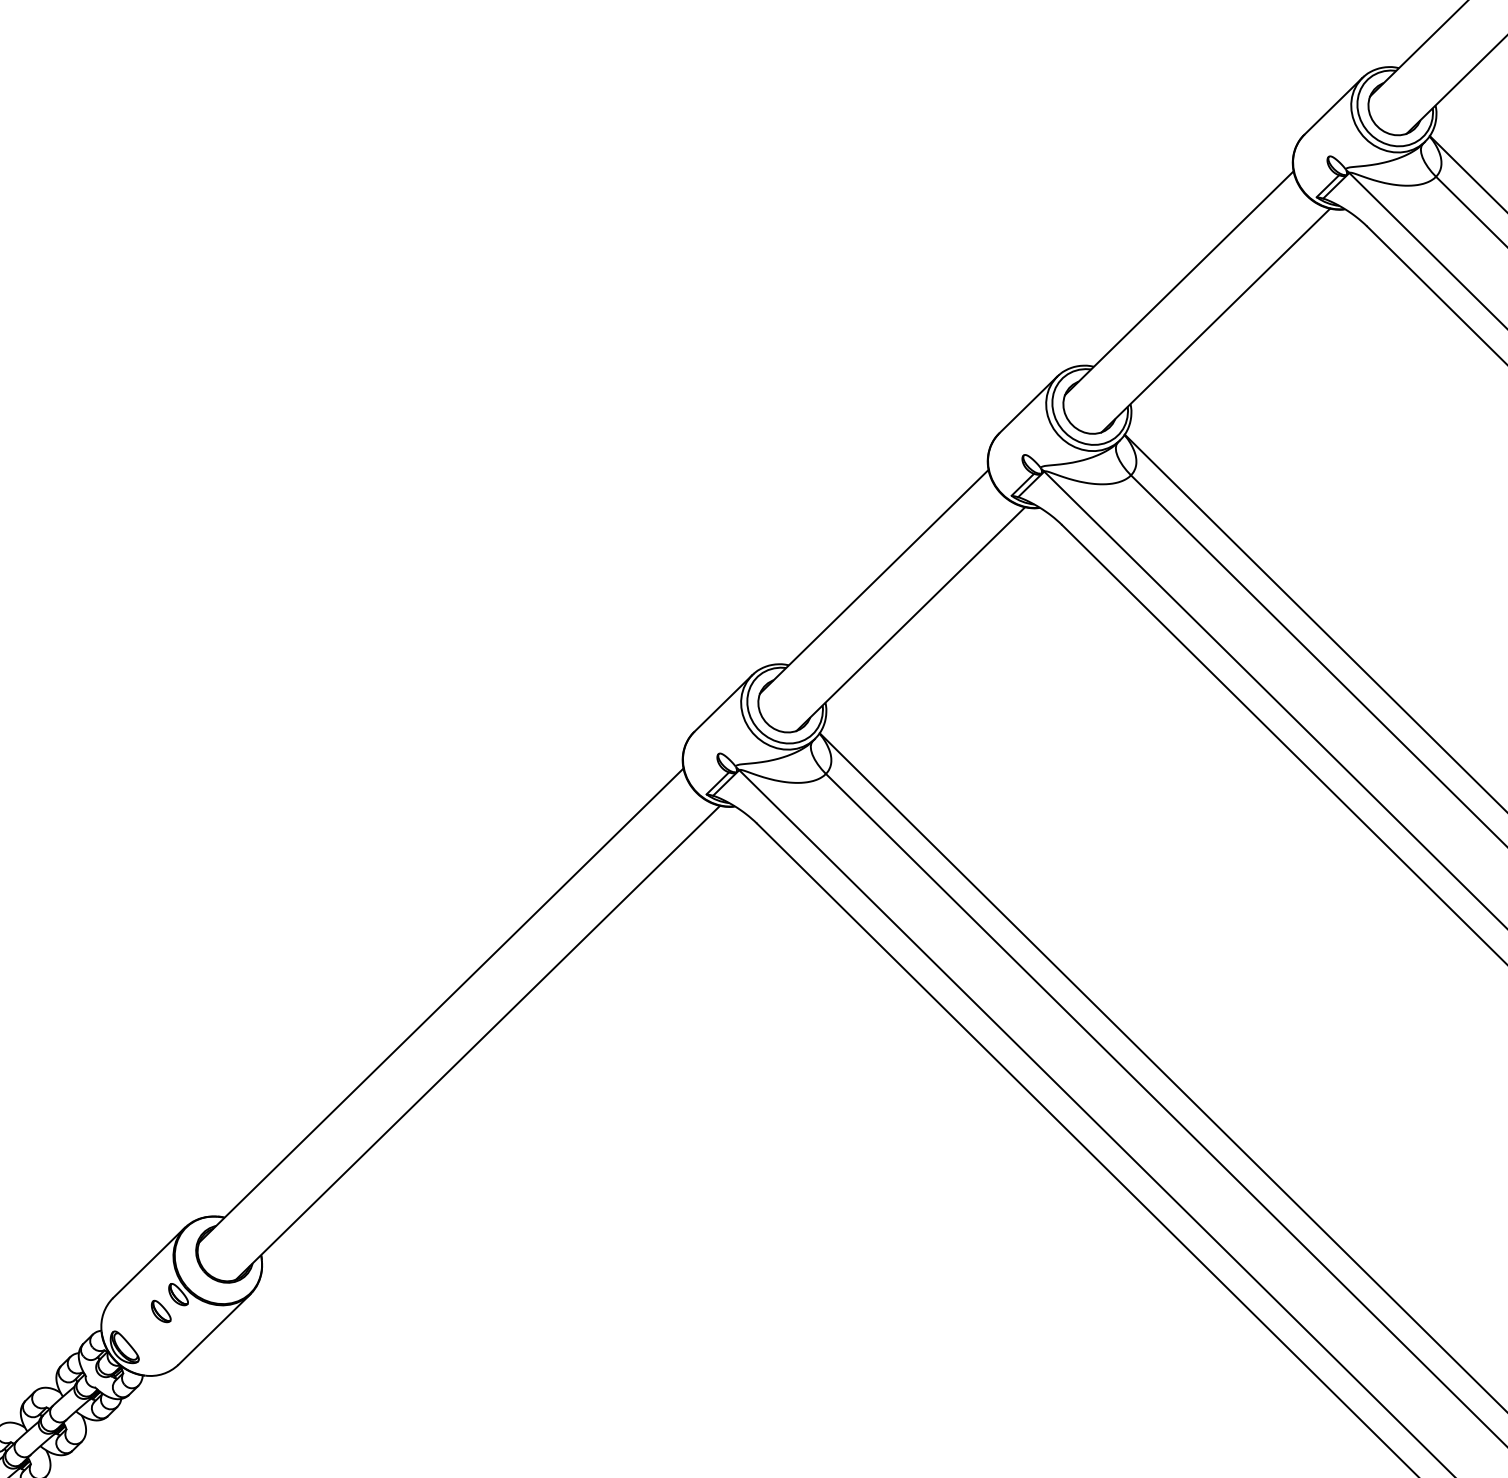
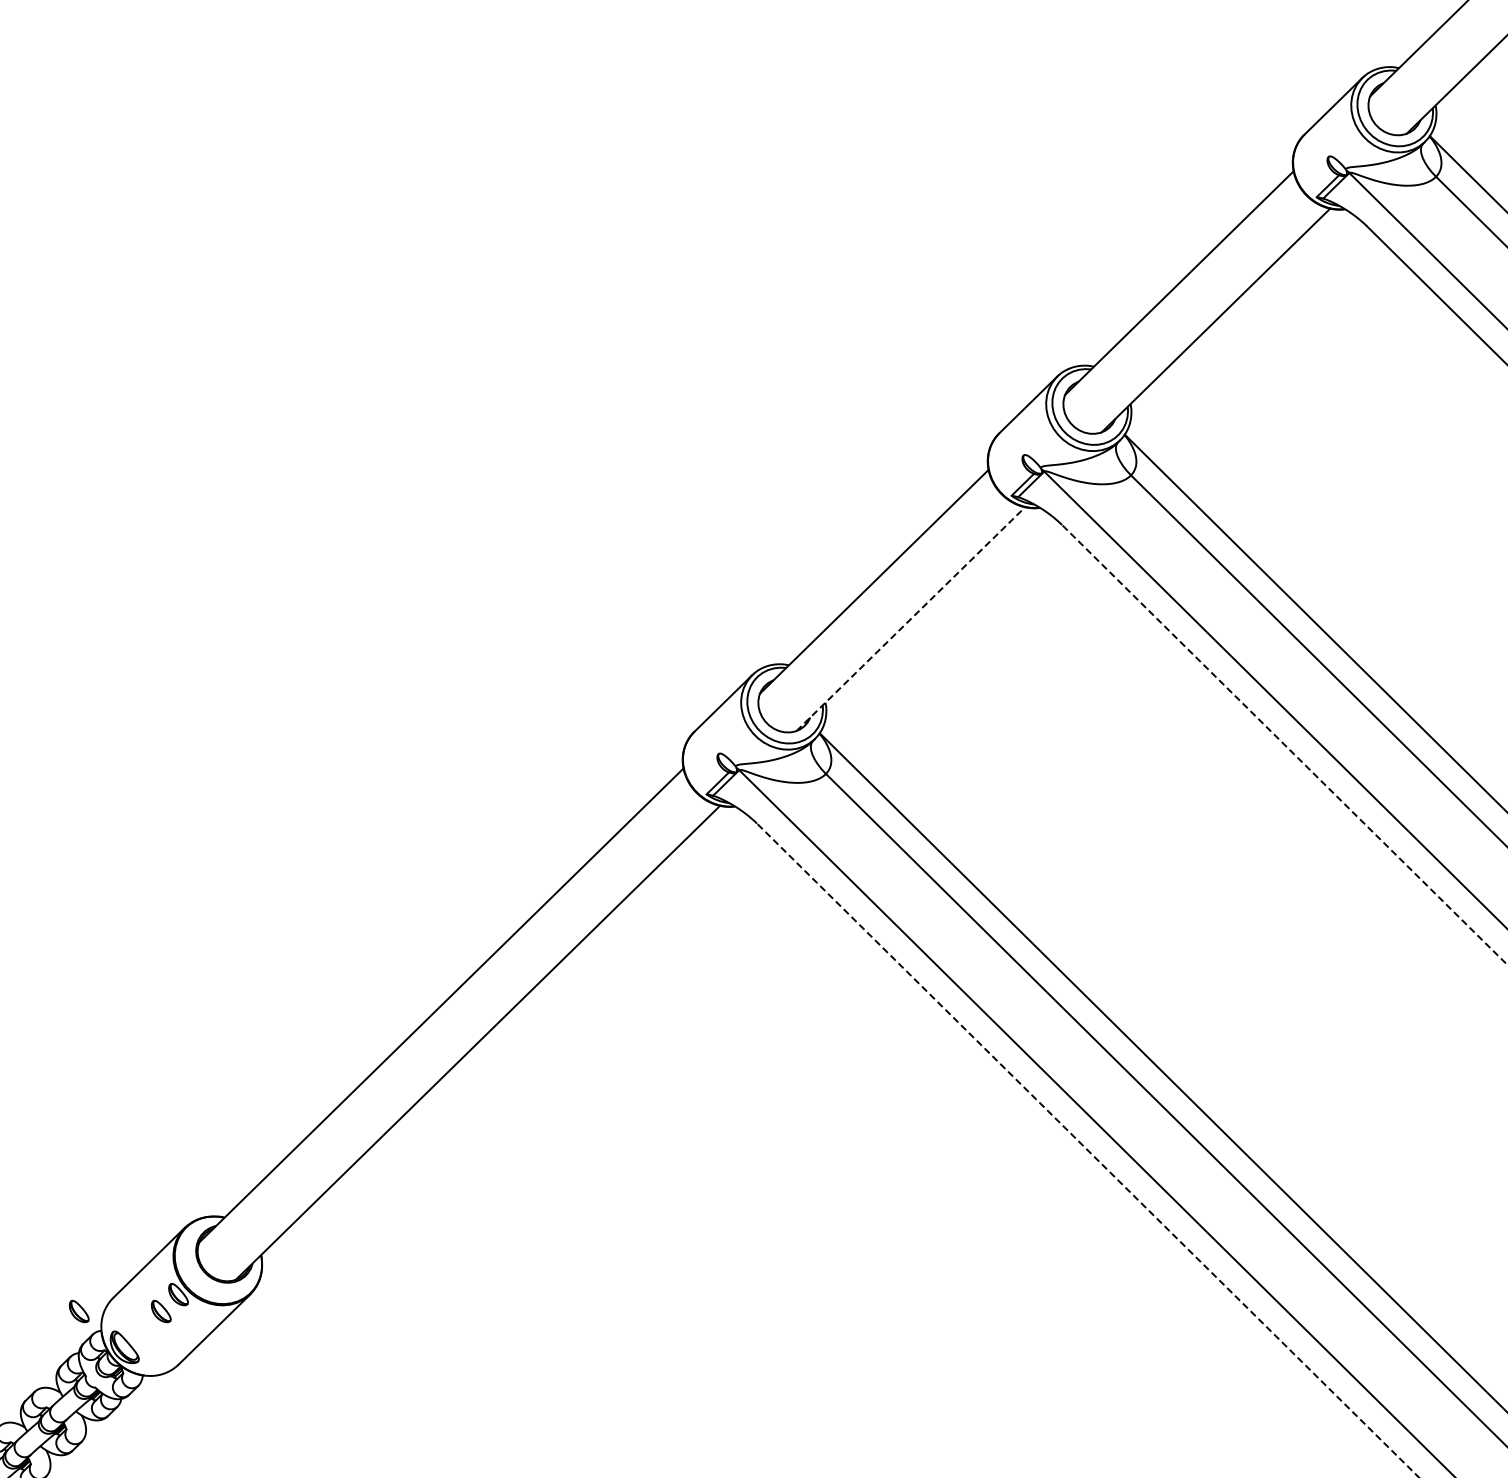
line at (910, 619): solid -> dashed
line at (1284, 745): solid -> dashed
line at (1087, 1150): solid -> dashed
part at (79, 1311): none -> present
